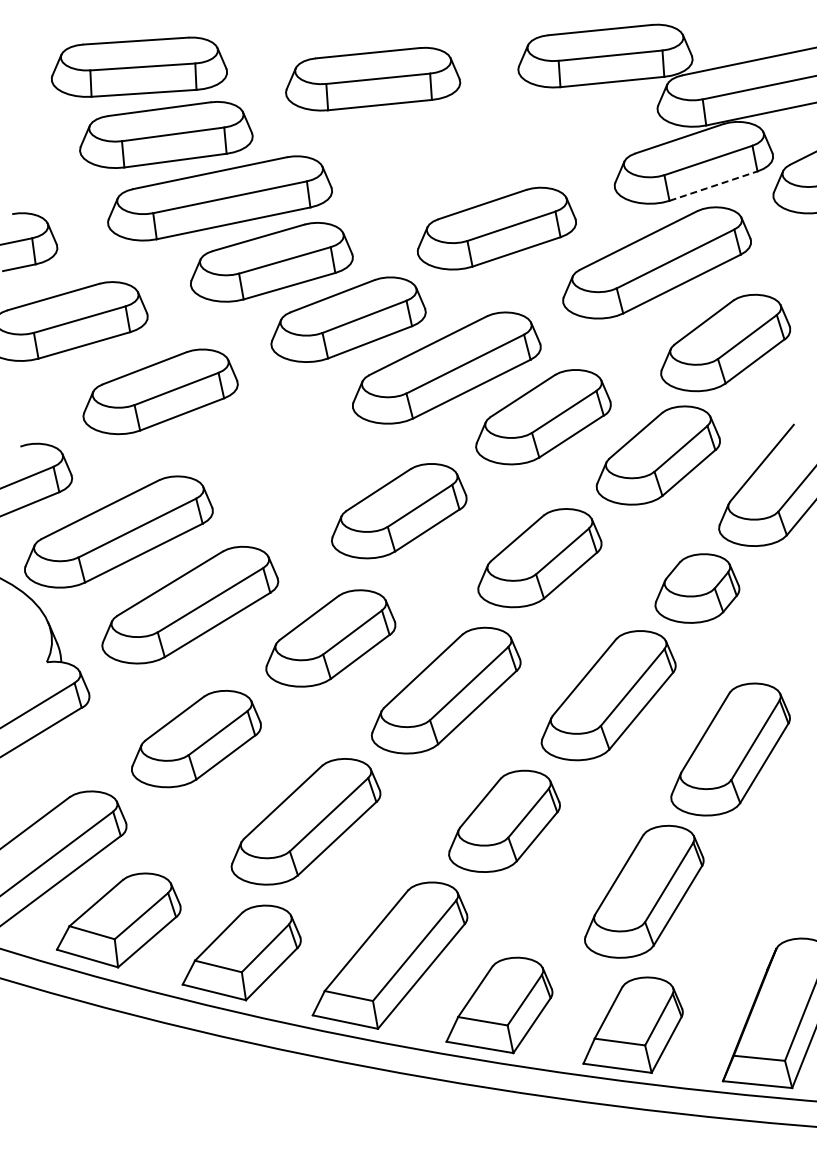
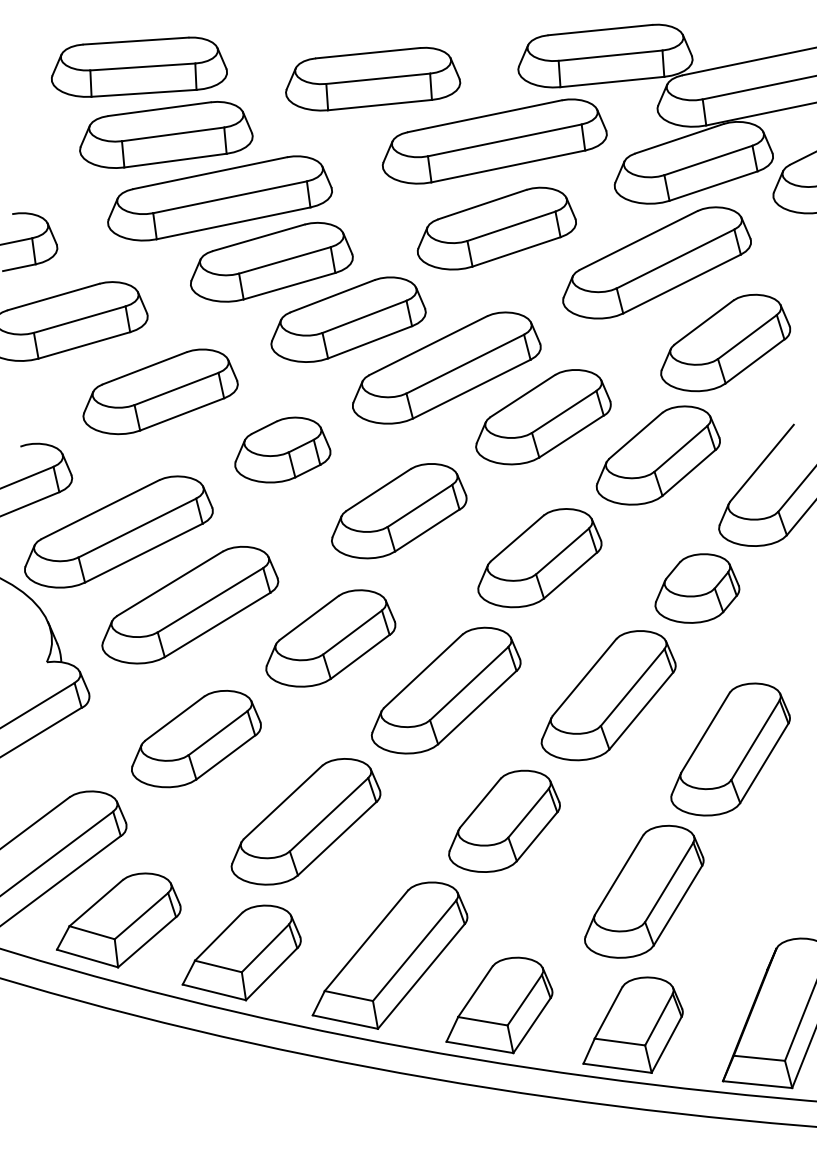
part at (494, 141): none -> present
line at (714, 185): dashed -> solid
part at (282, 449): none -> present
